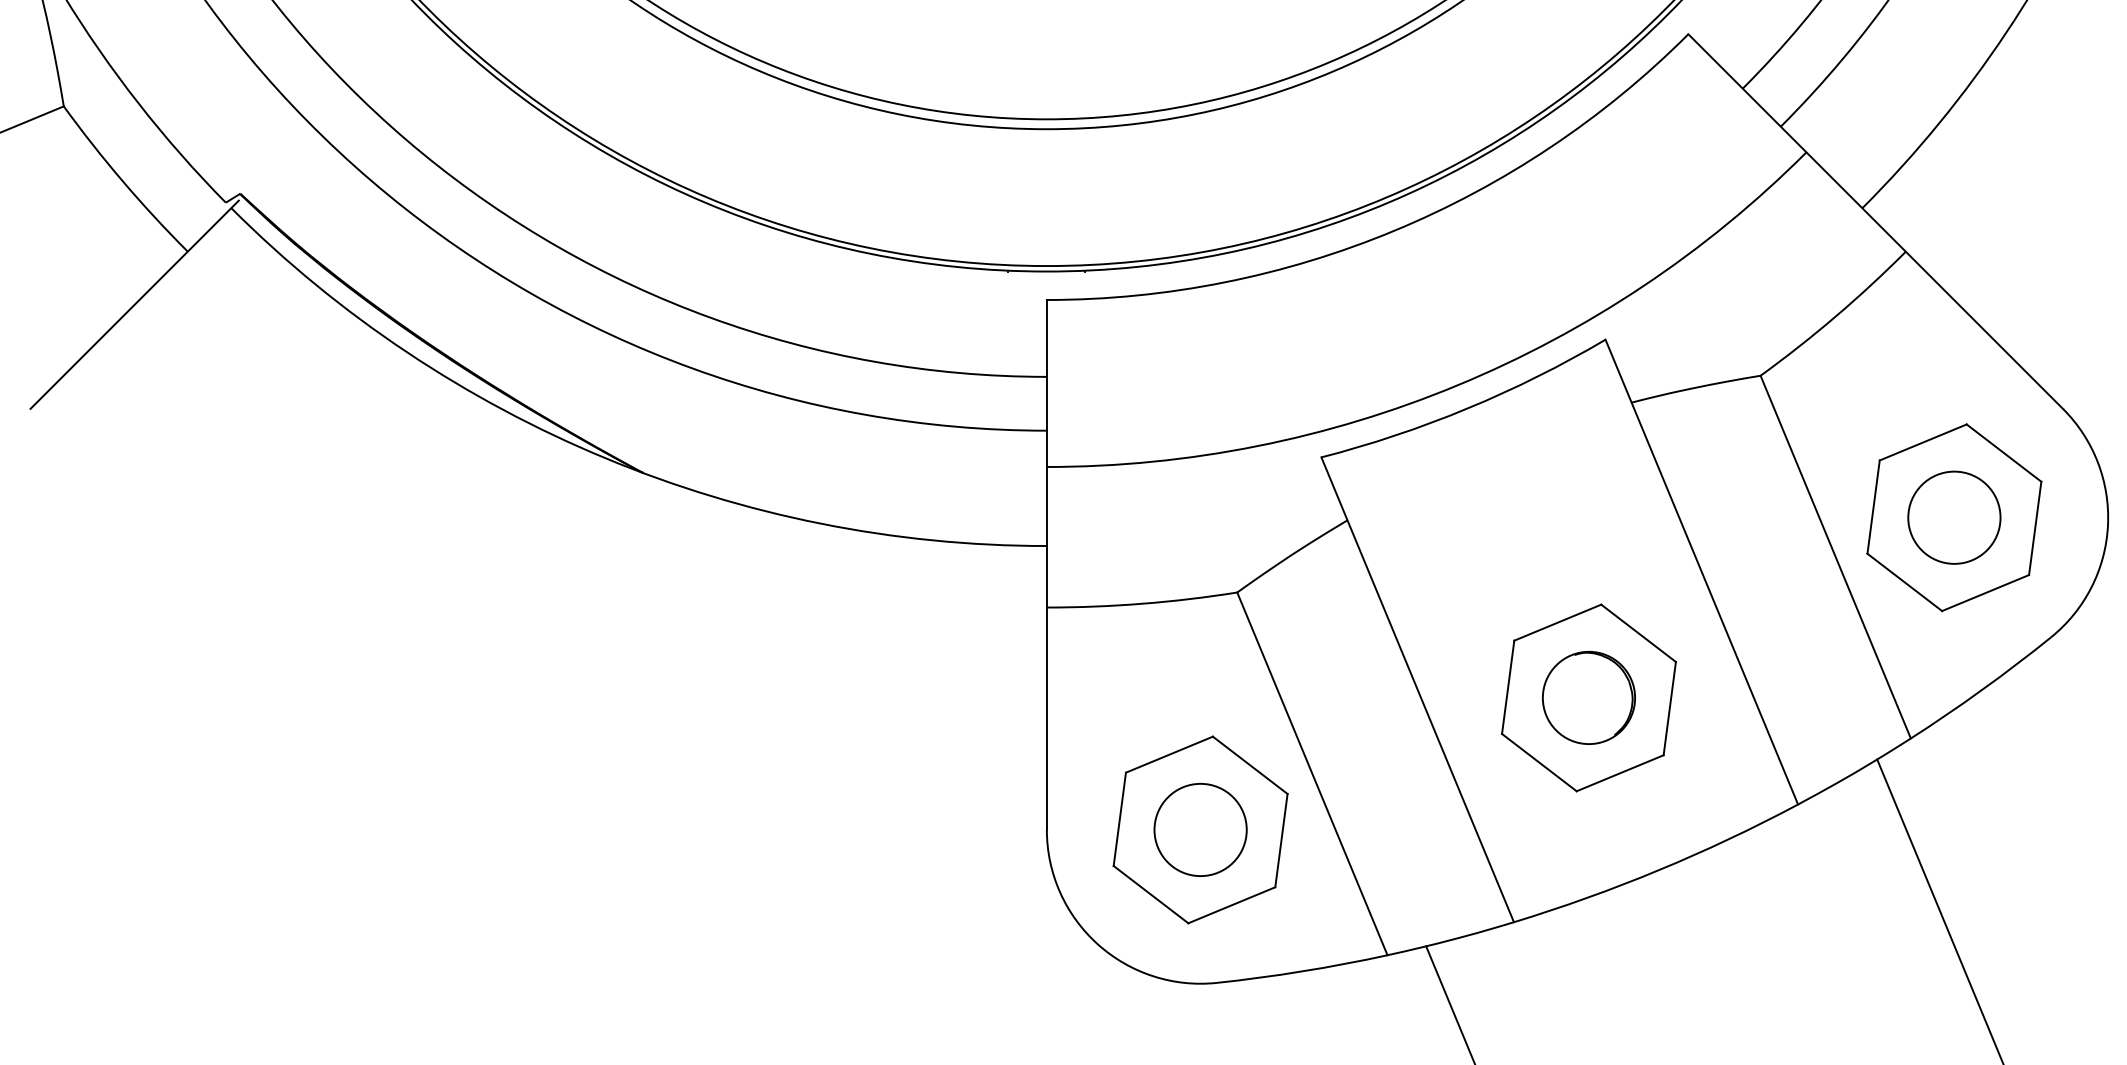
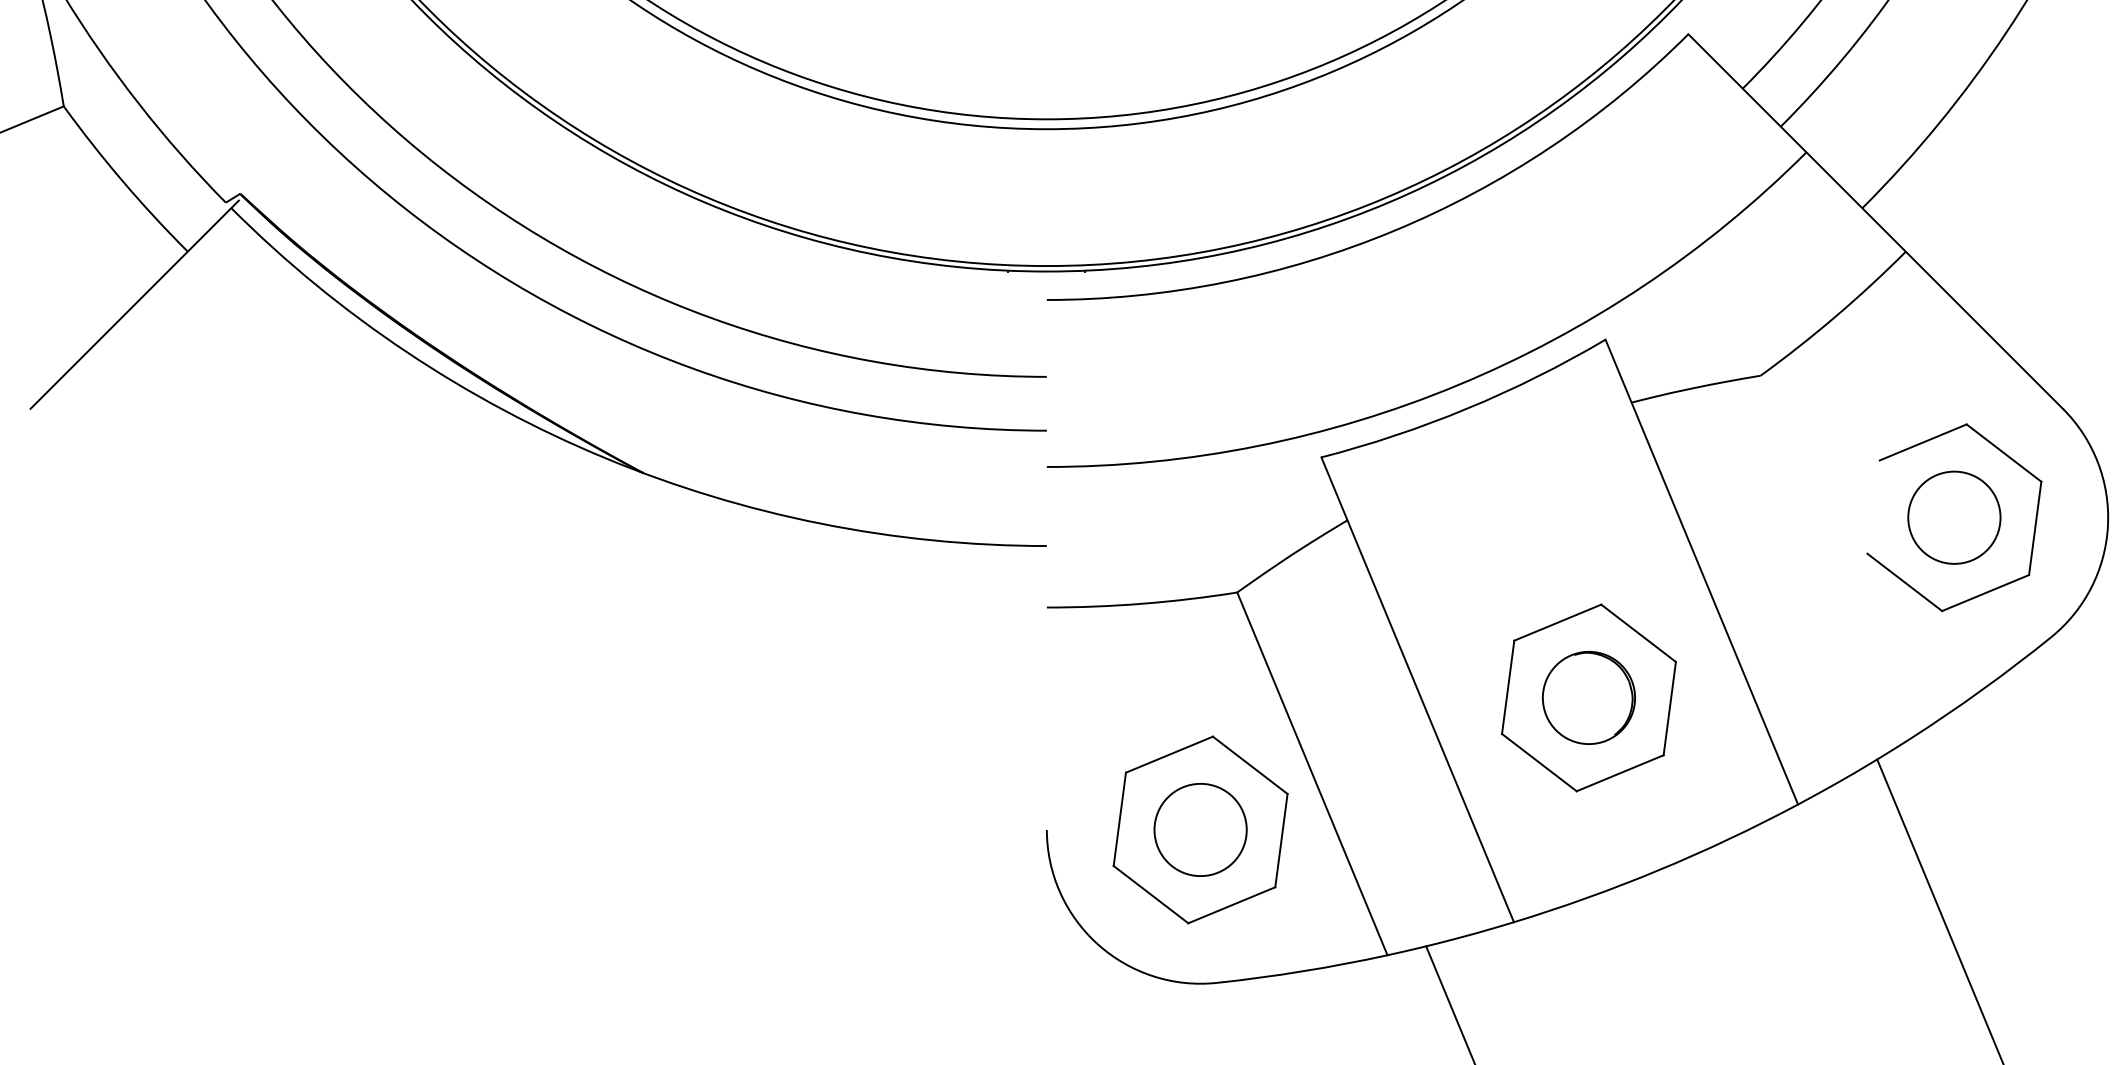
line at (1873, 506): present -> none
line at (1835, 556): present -> none
line at (1046, 564): present -> none
